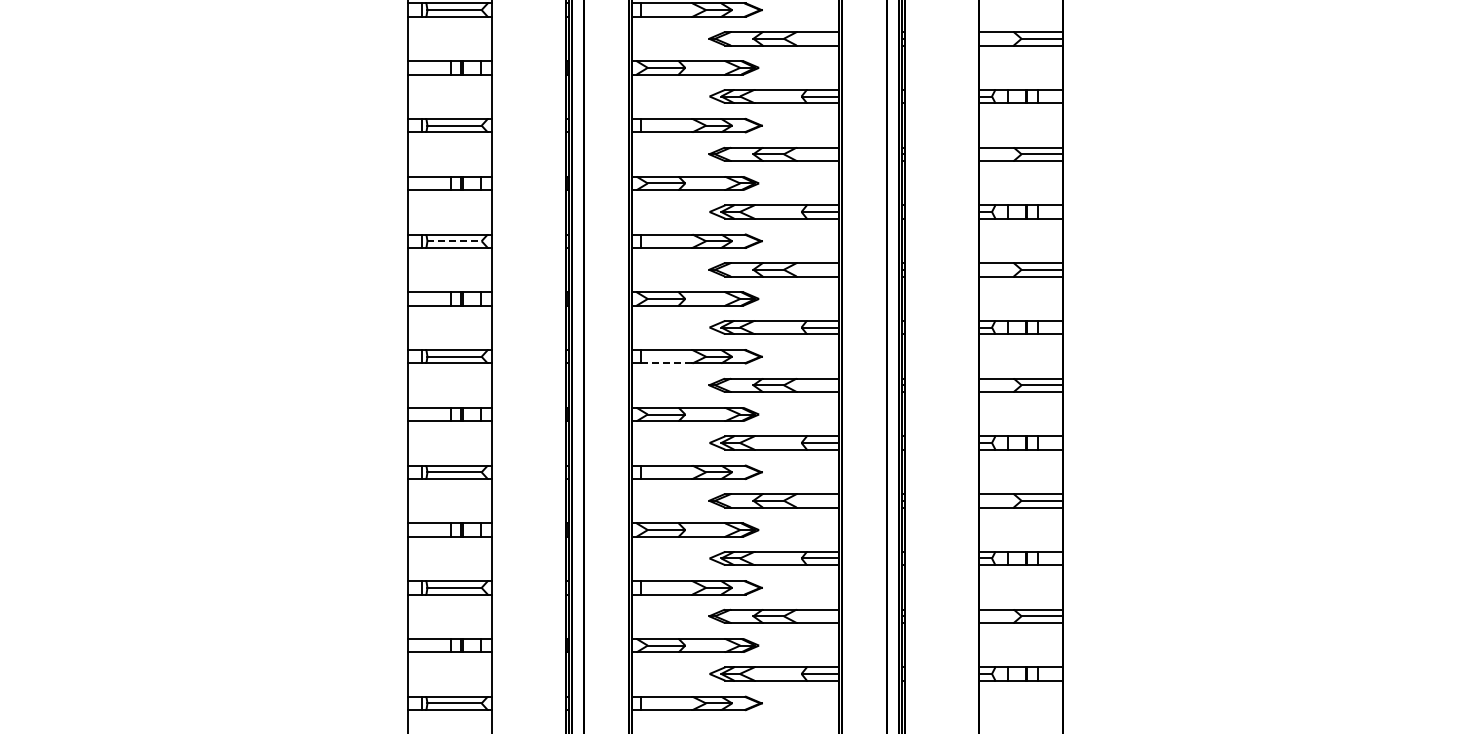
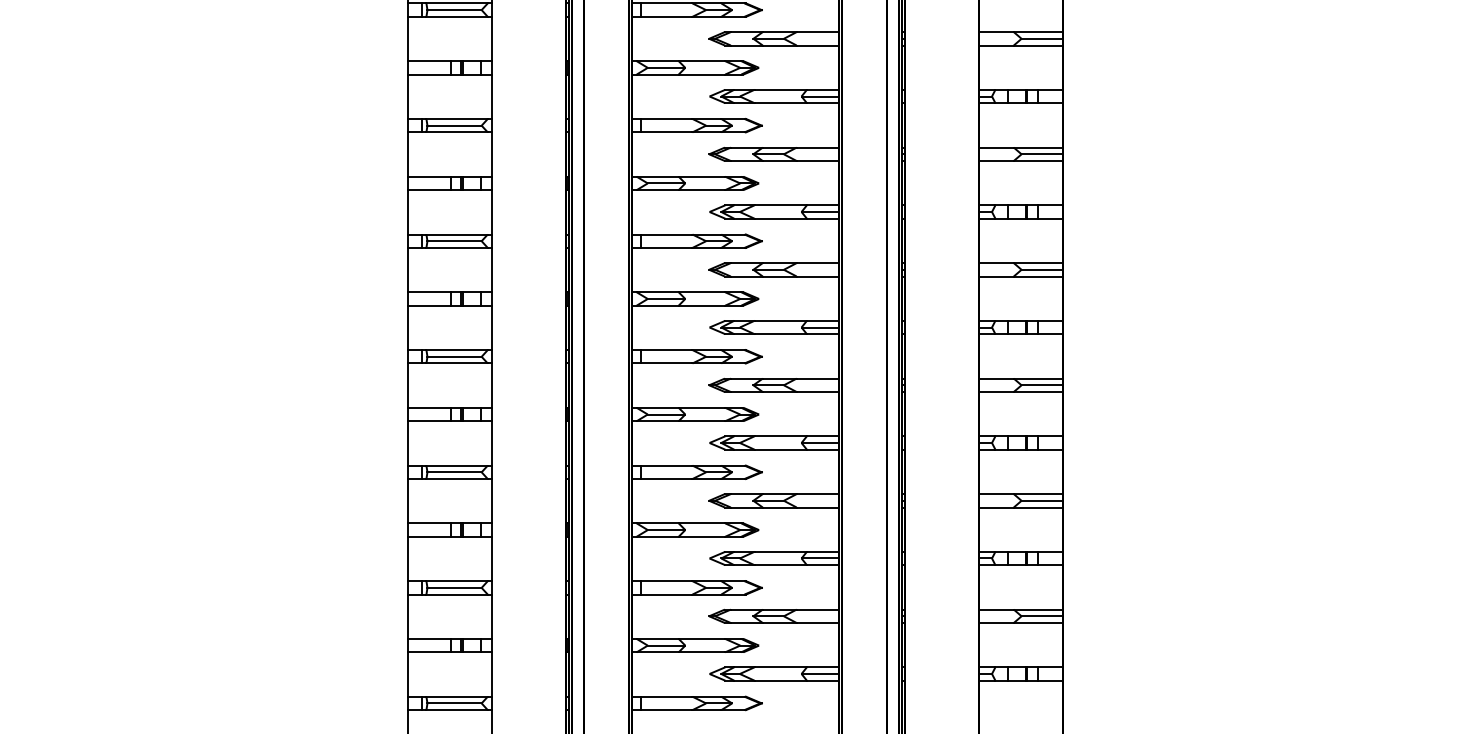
line at (455, 241): dashed -> solid
line at (666, 363): dashed -> solid
